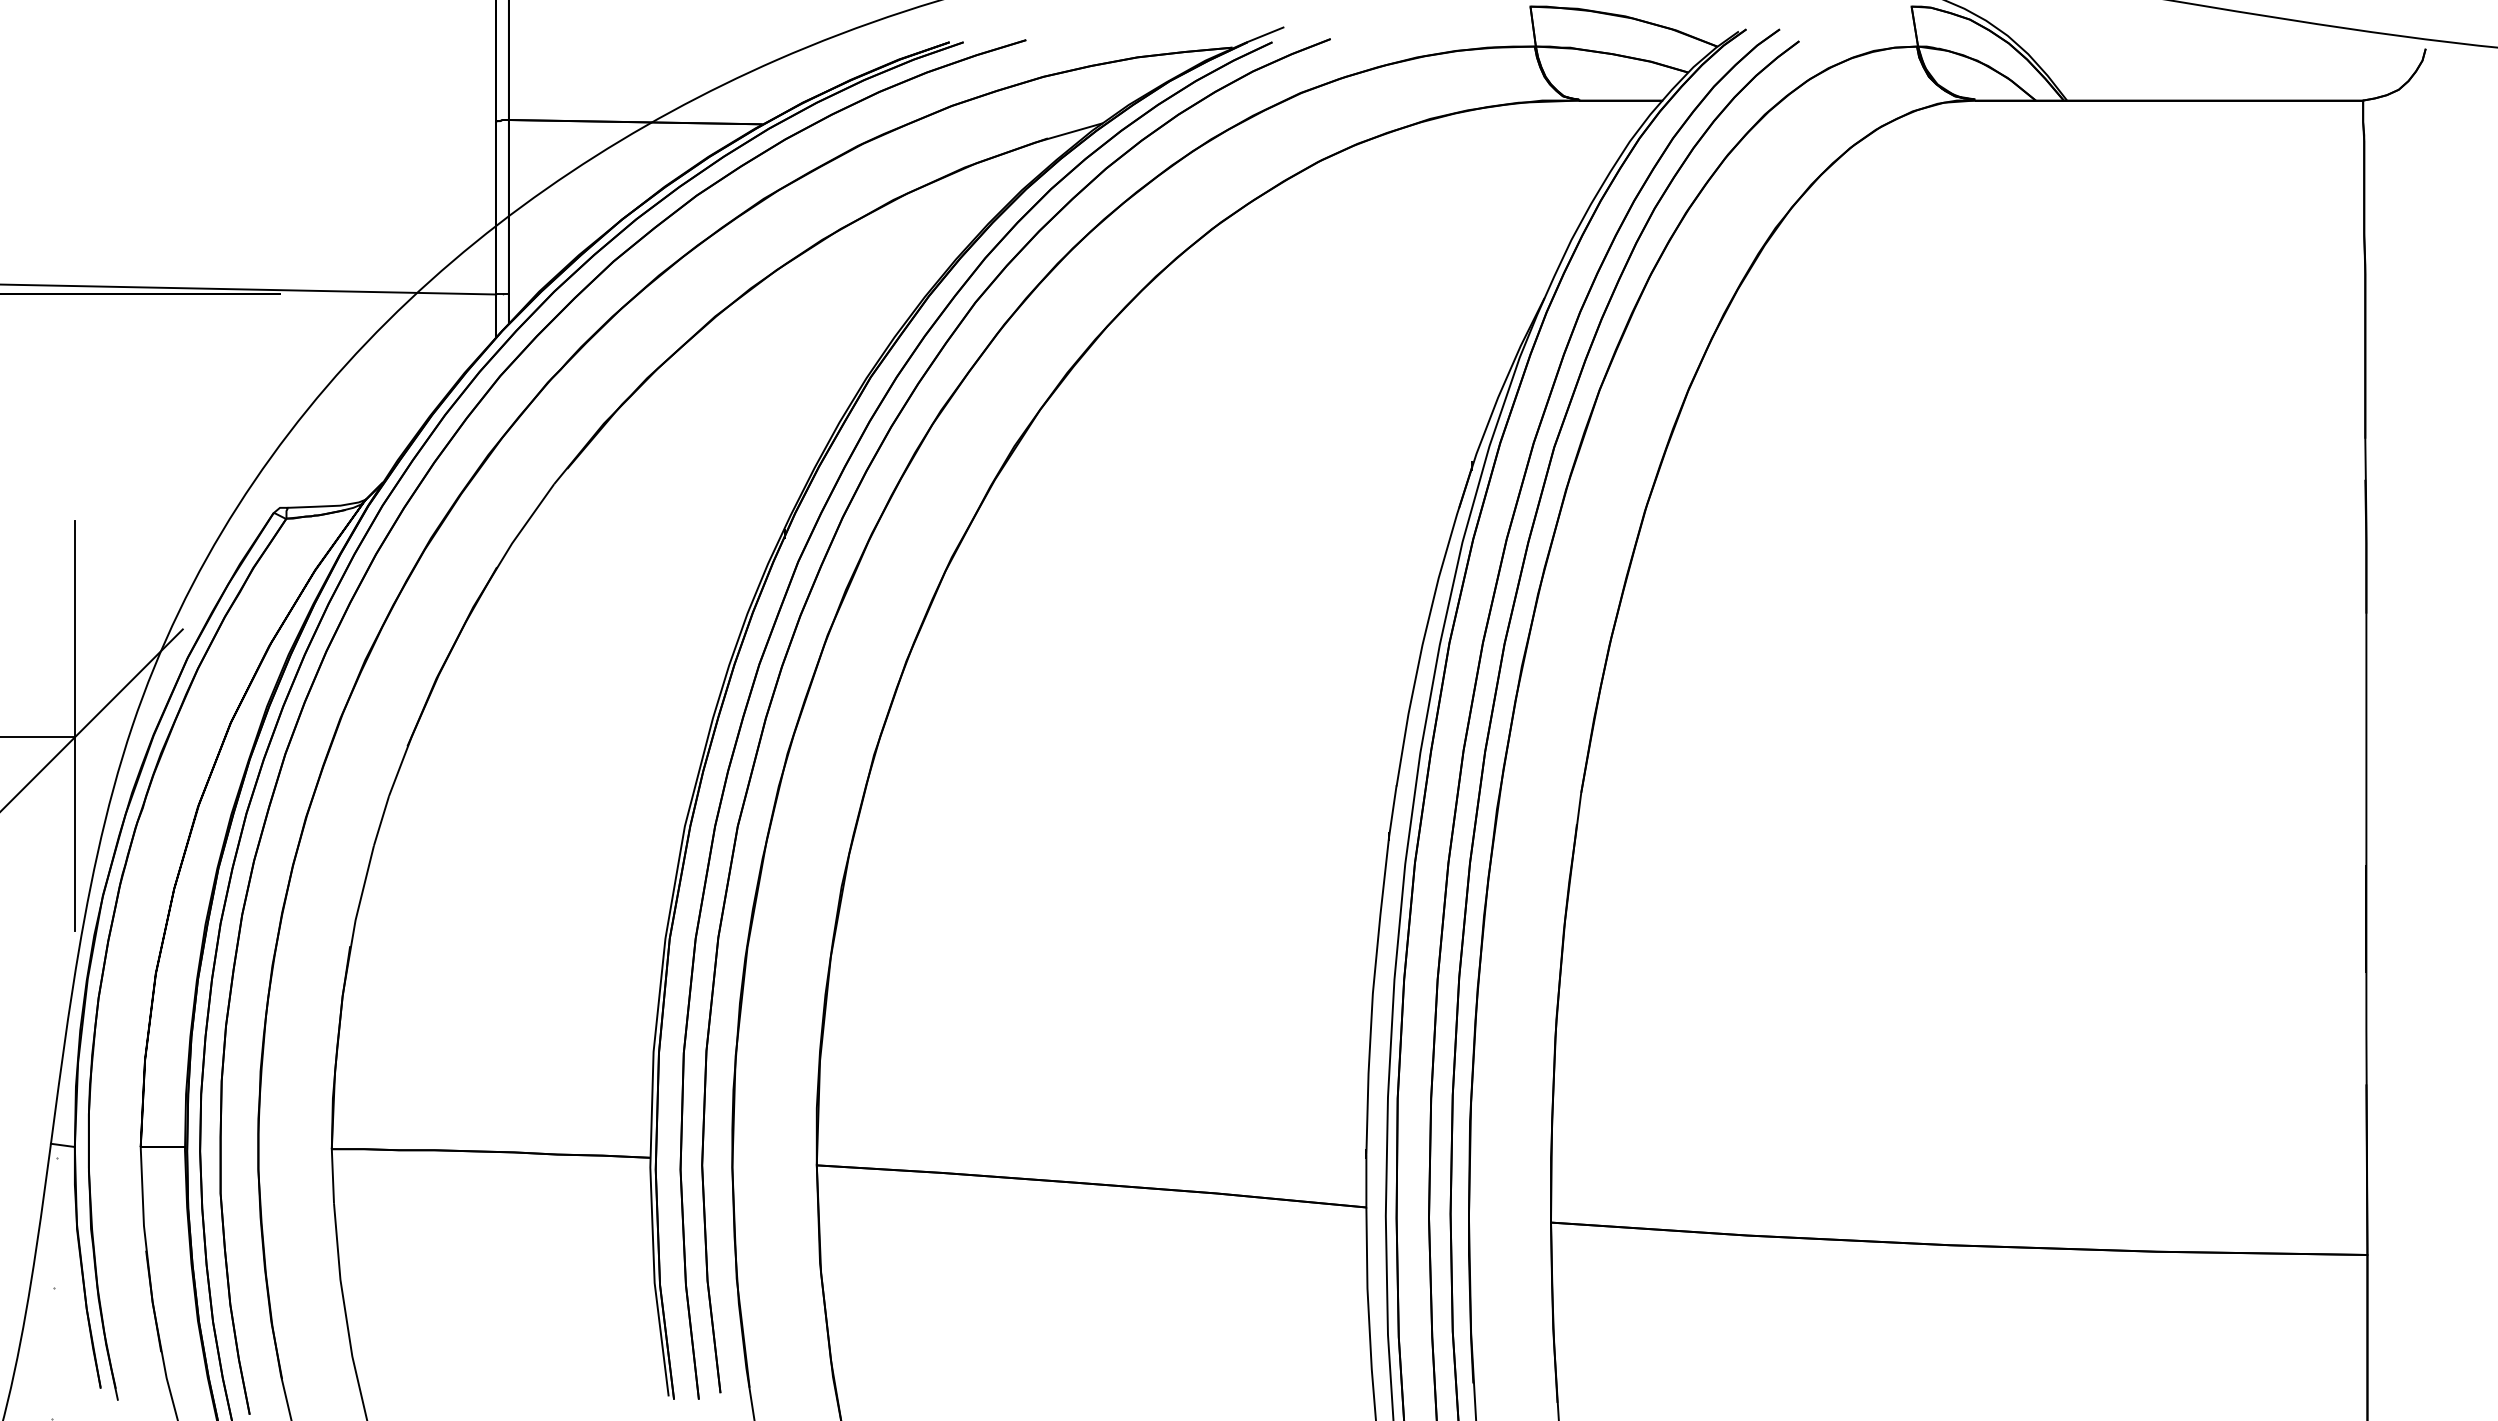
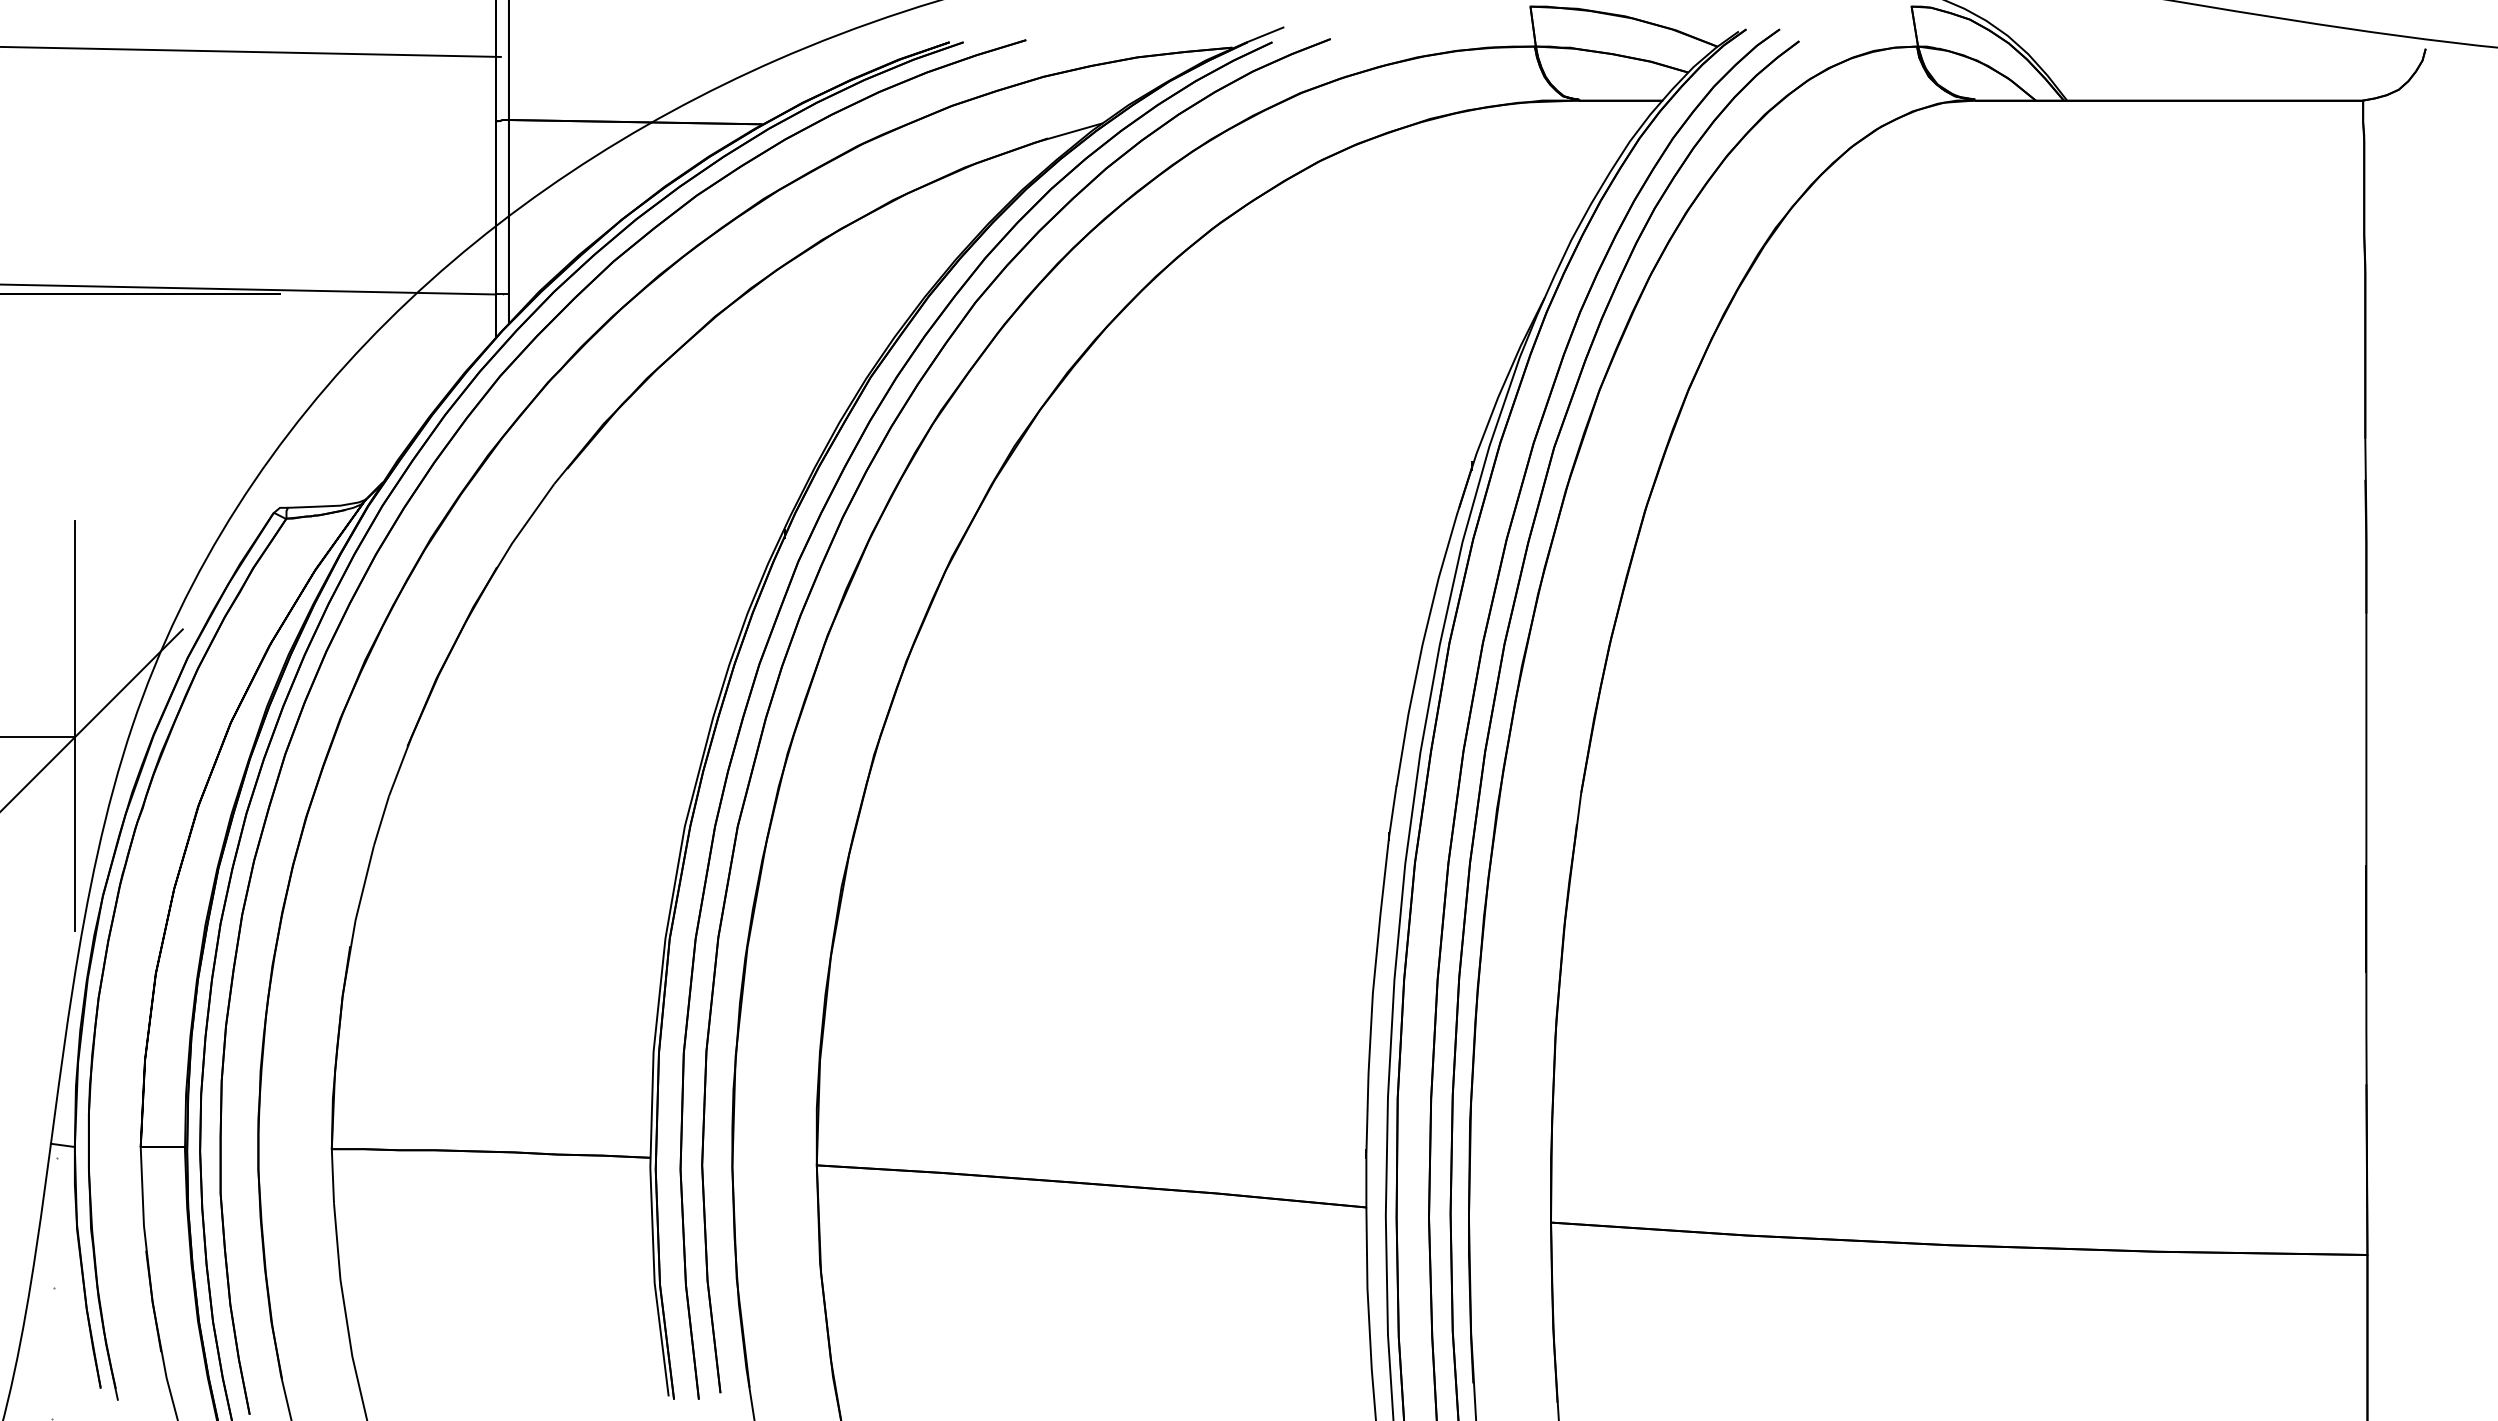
line at (251, 51): none -> present
